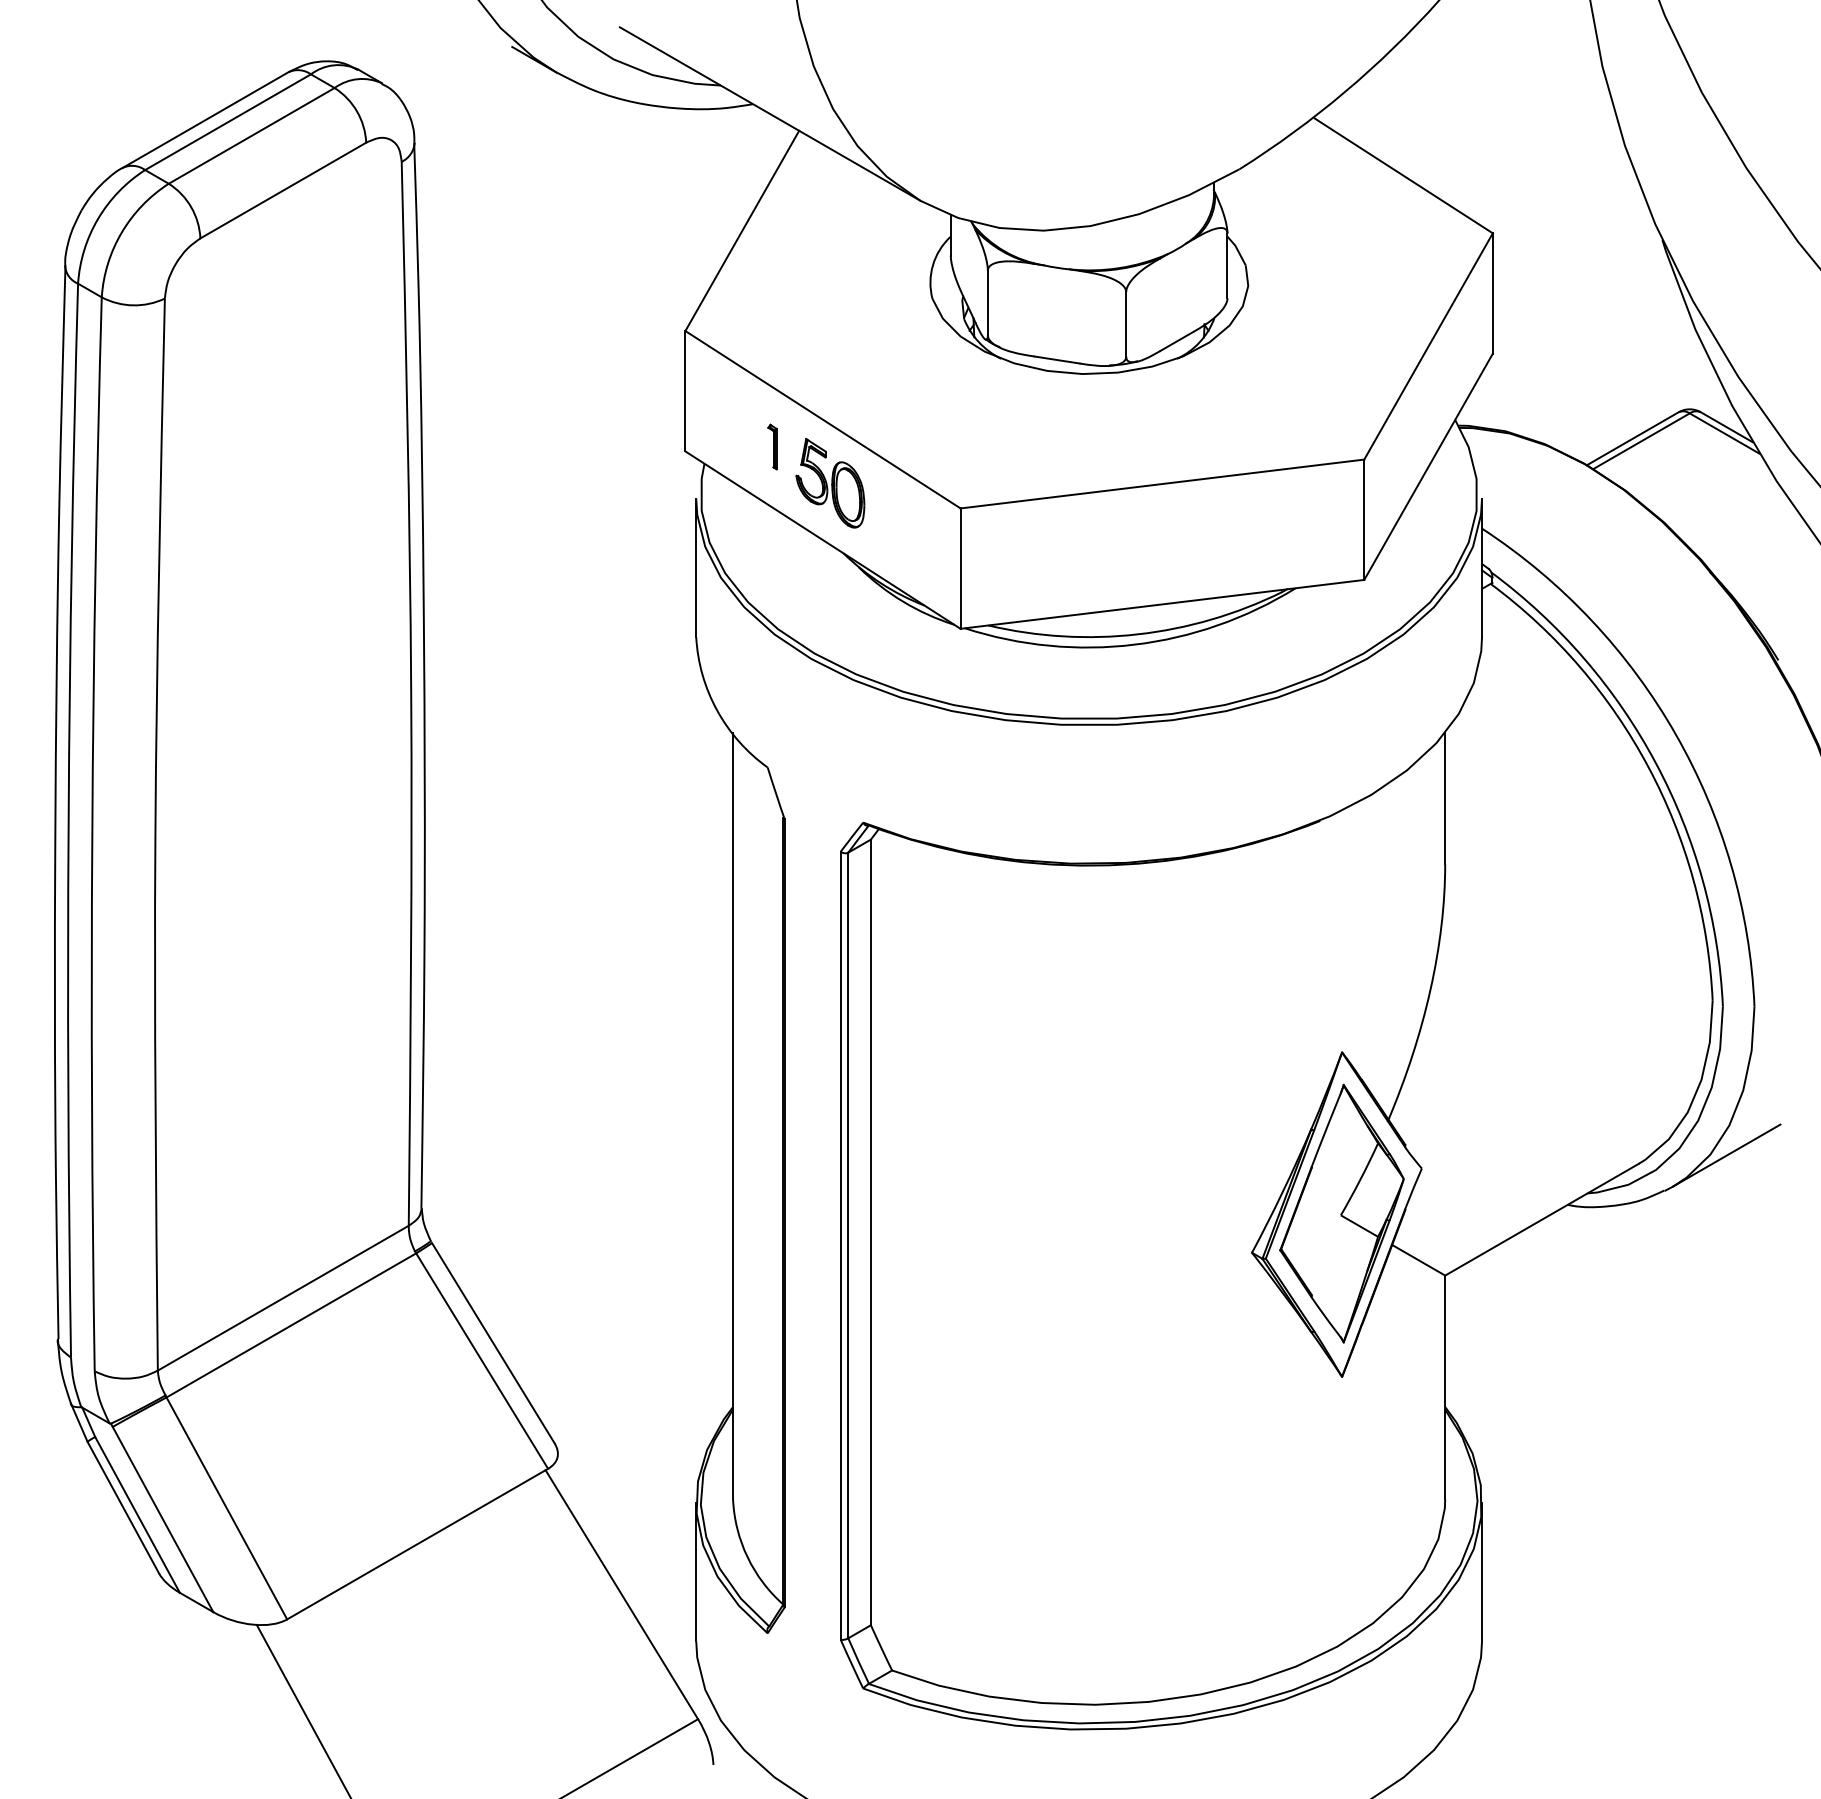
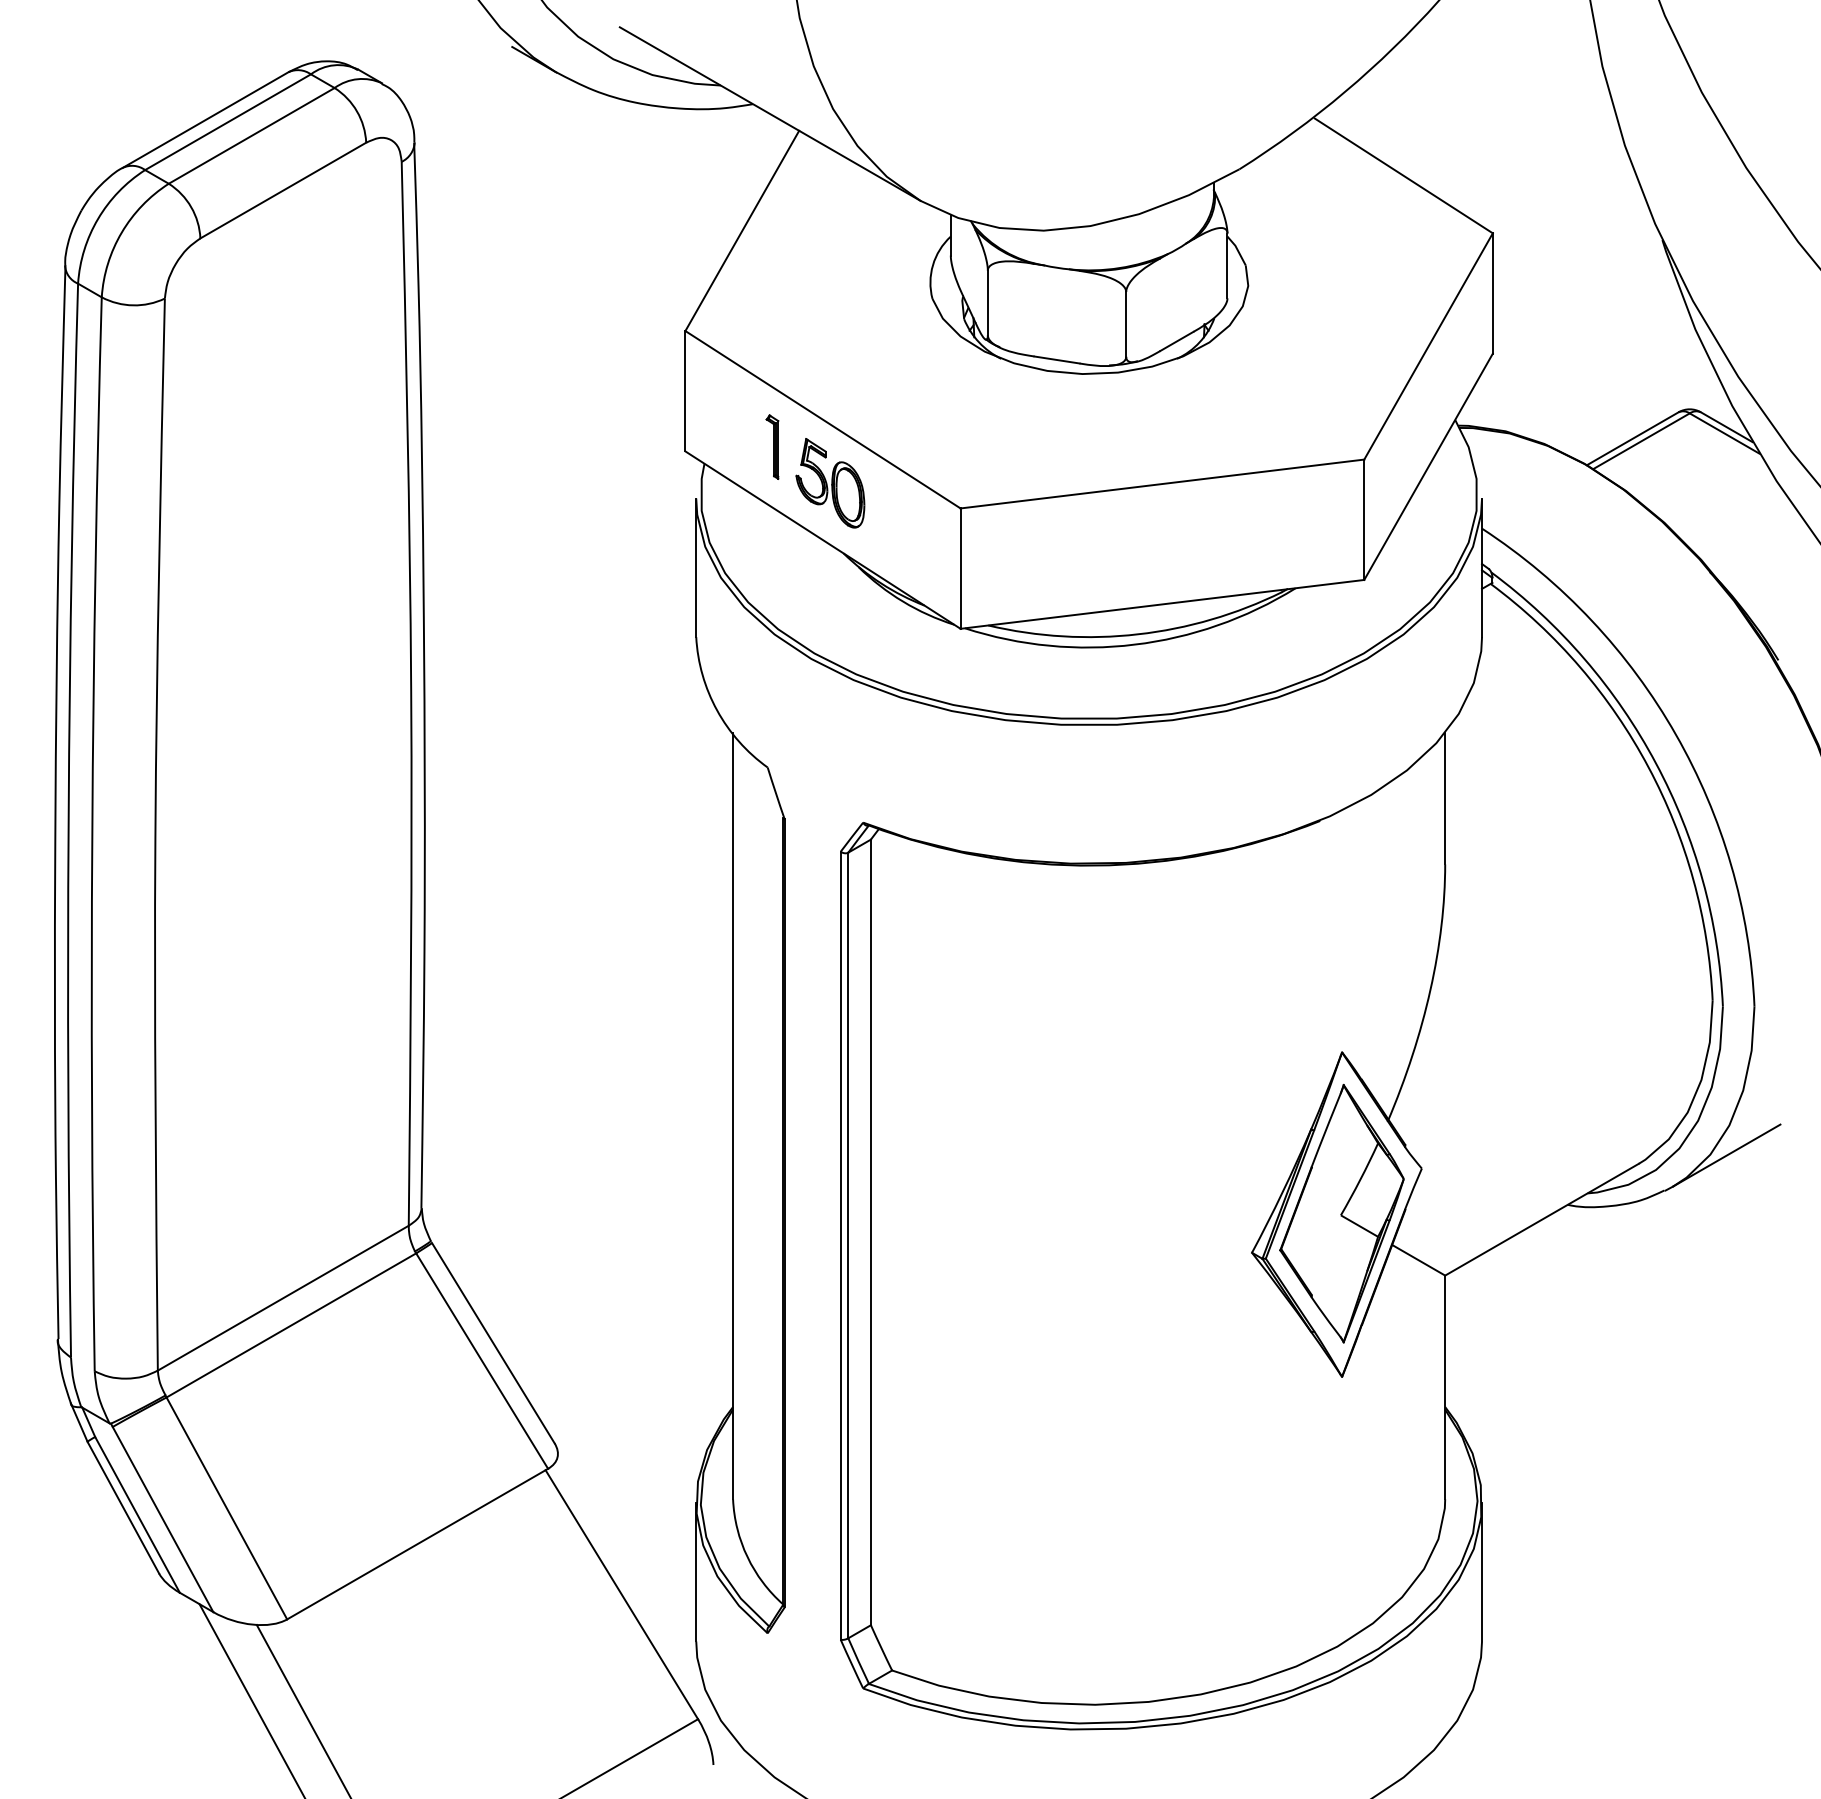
part at (772, 446) size: 11x48 px -> 15x66 px
line at (251, 1699): none -> present
